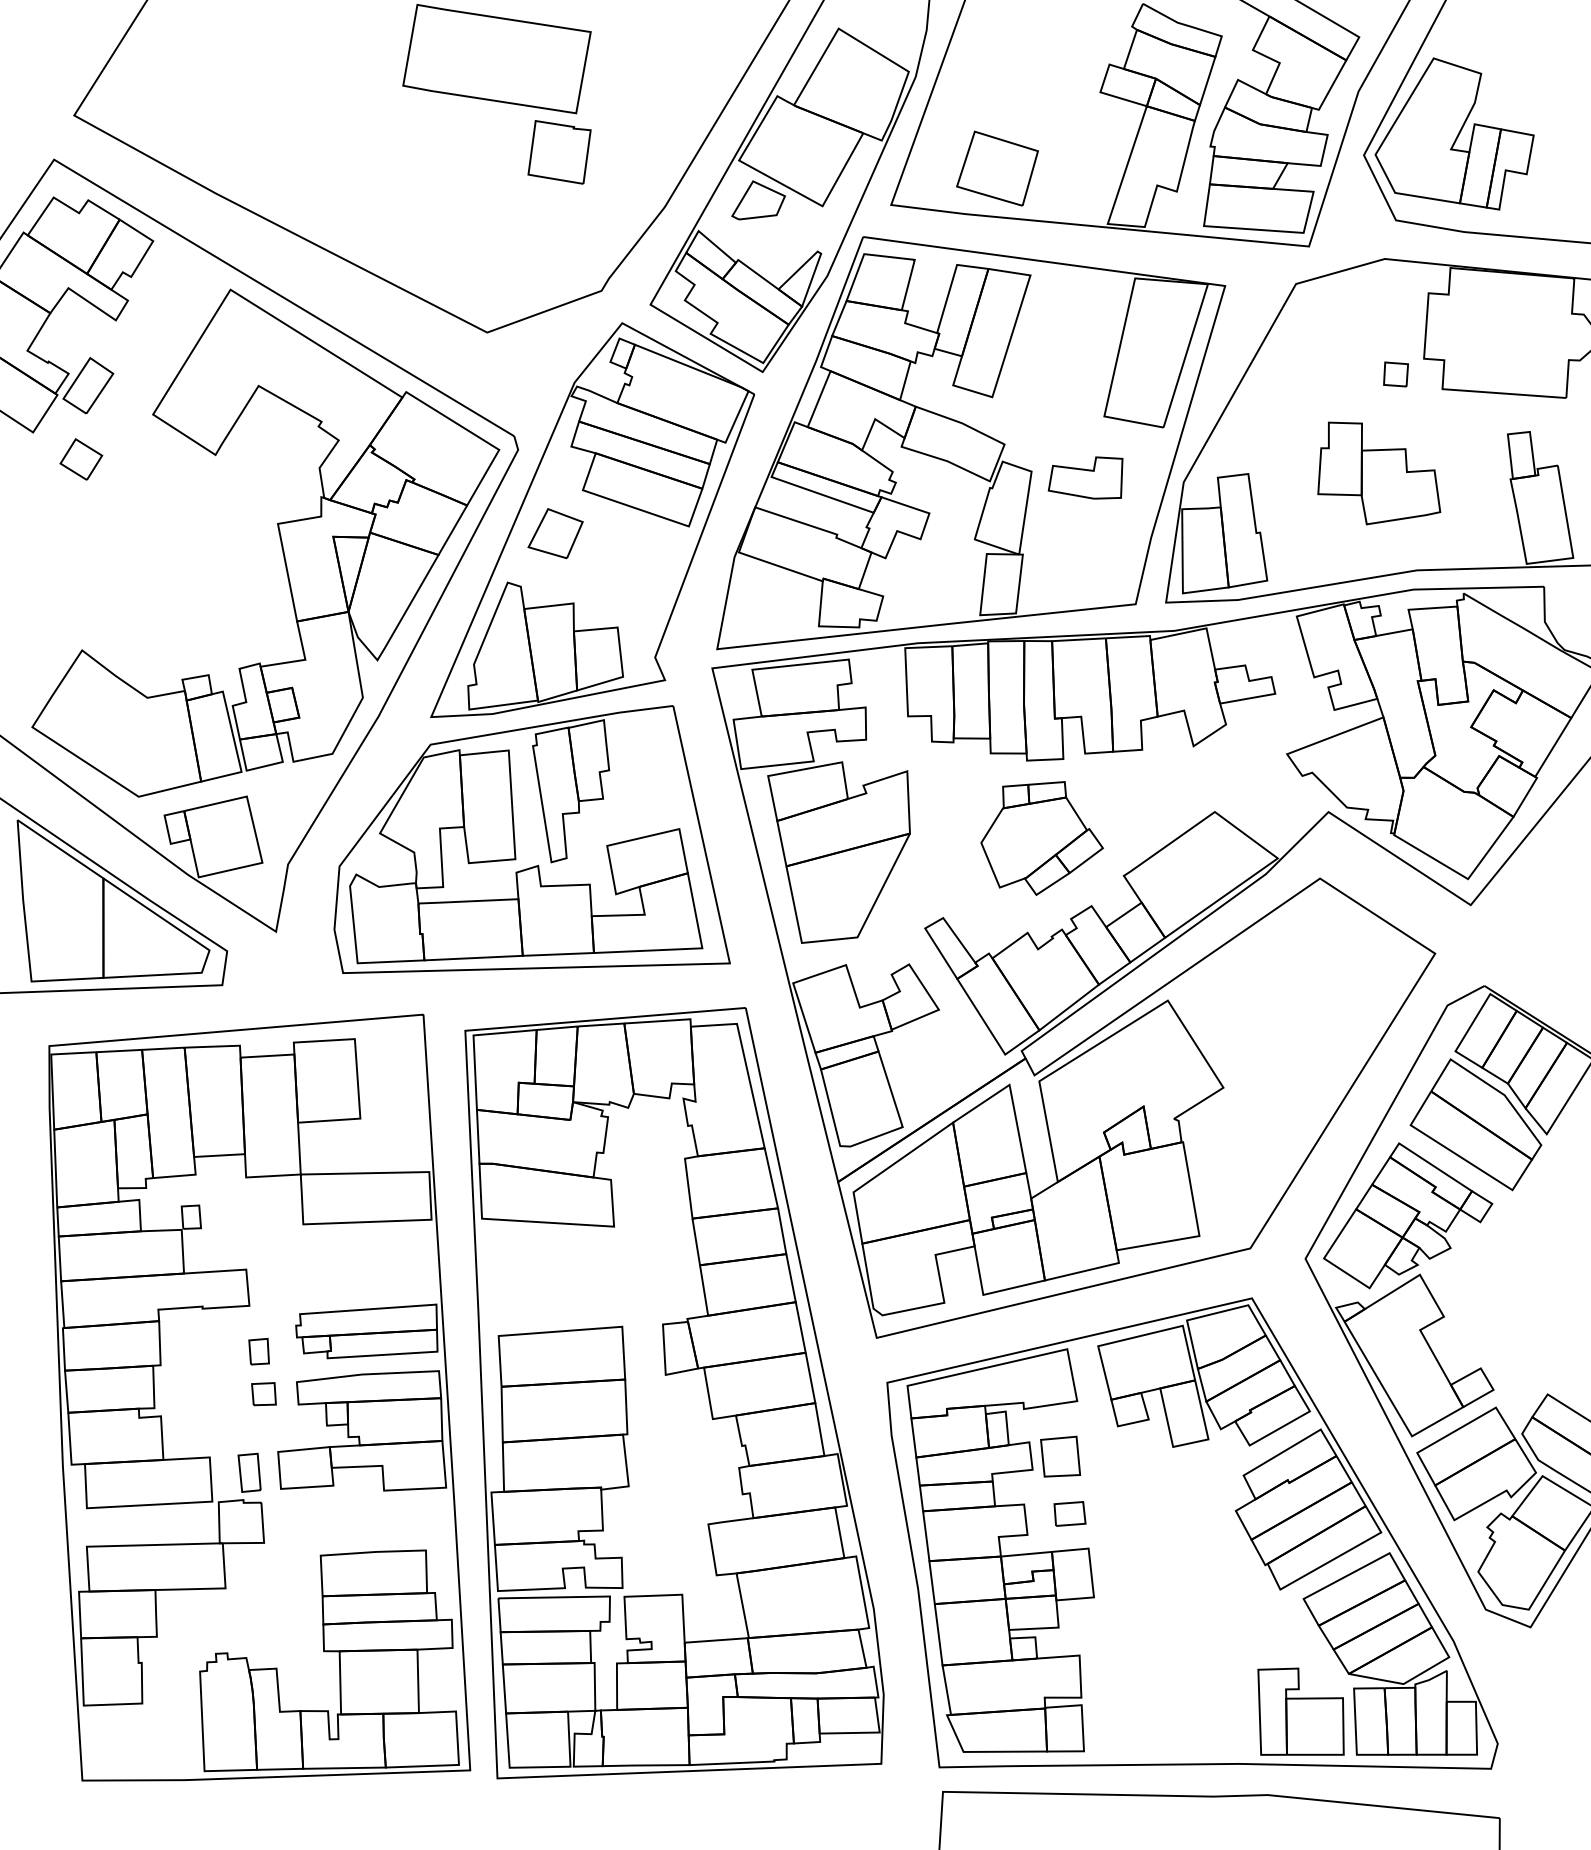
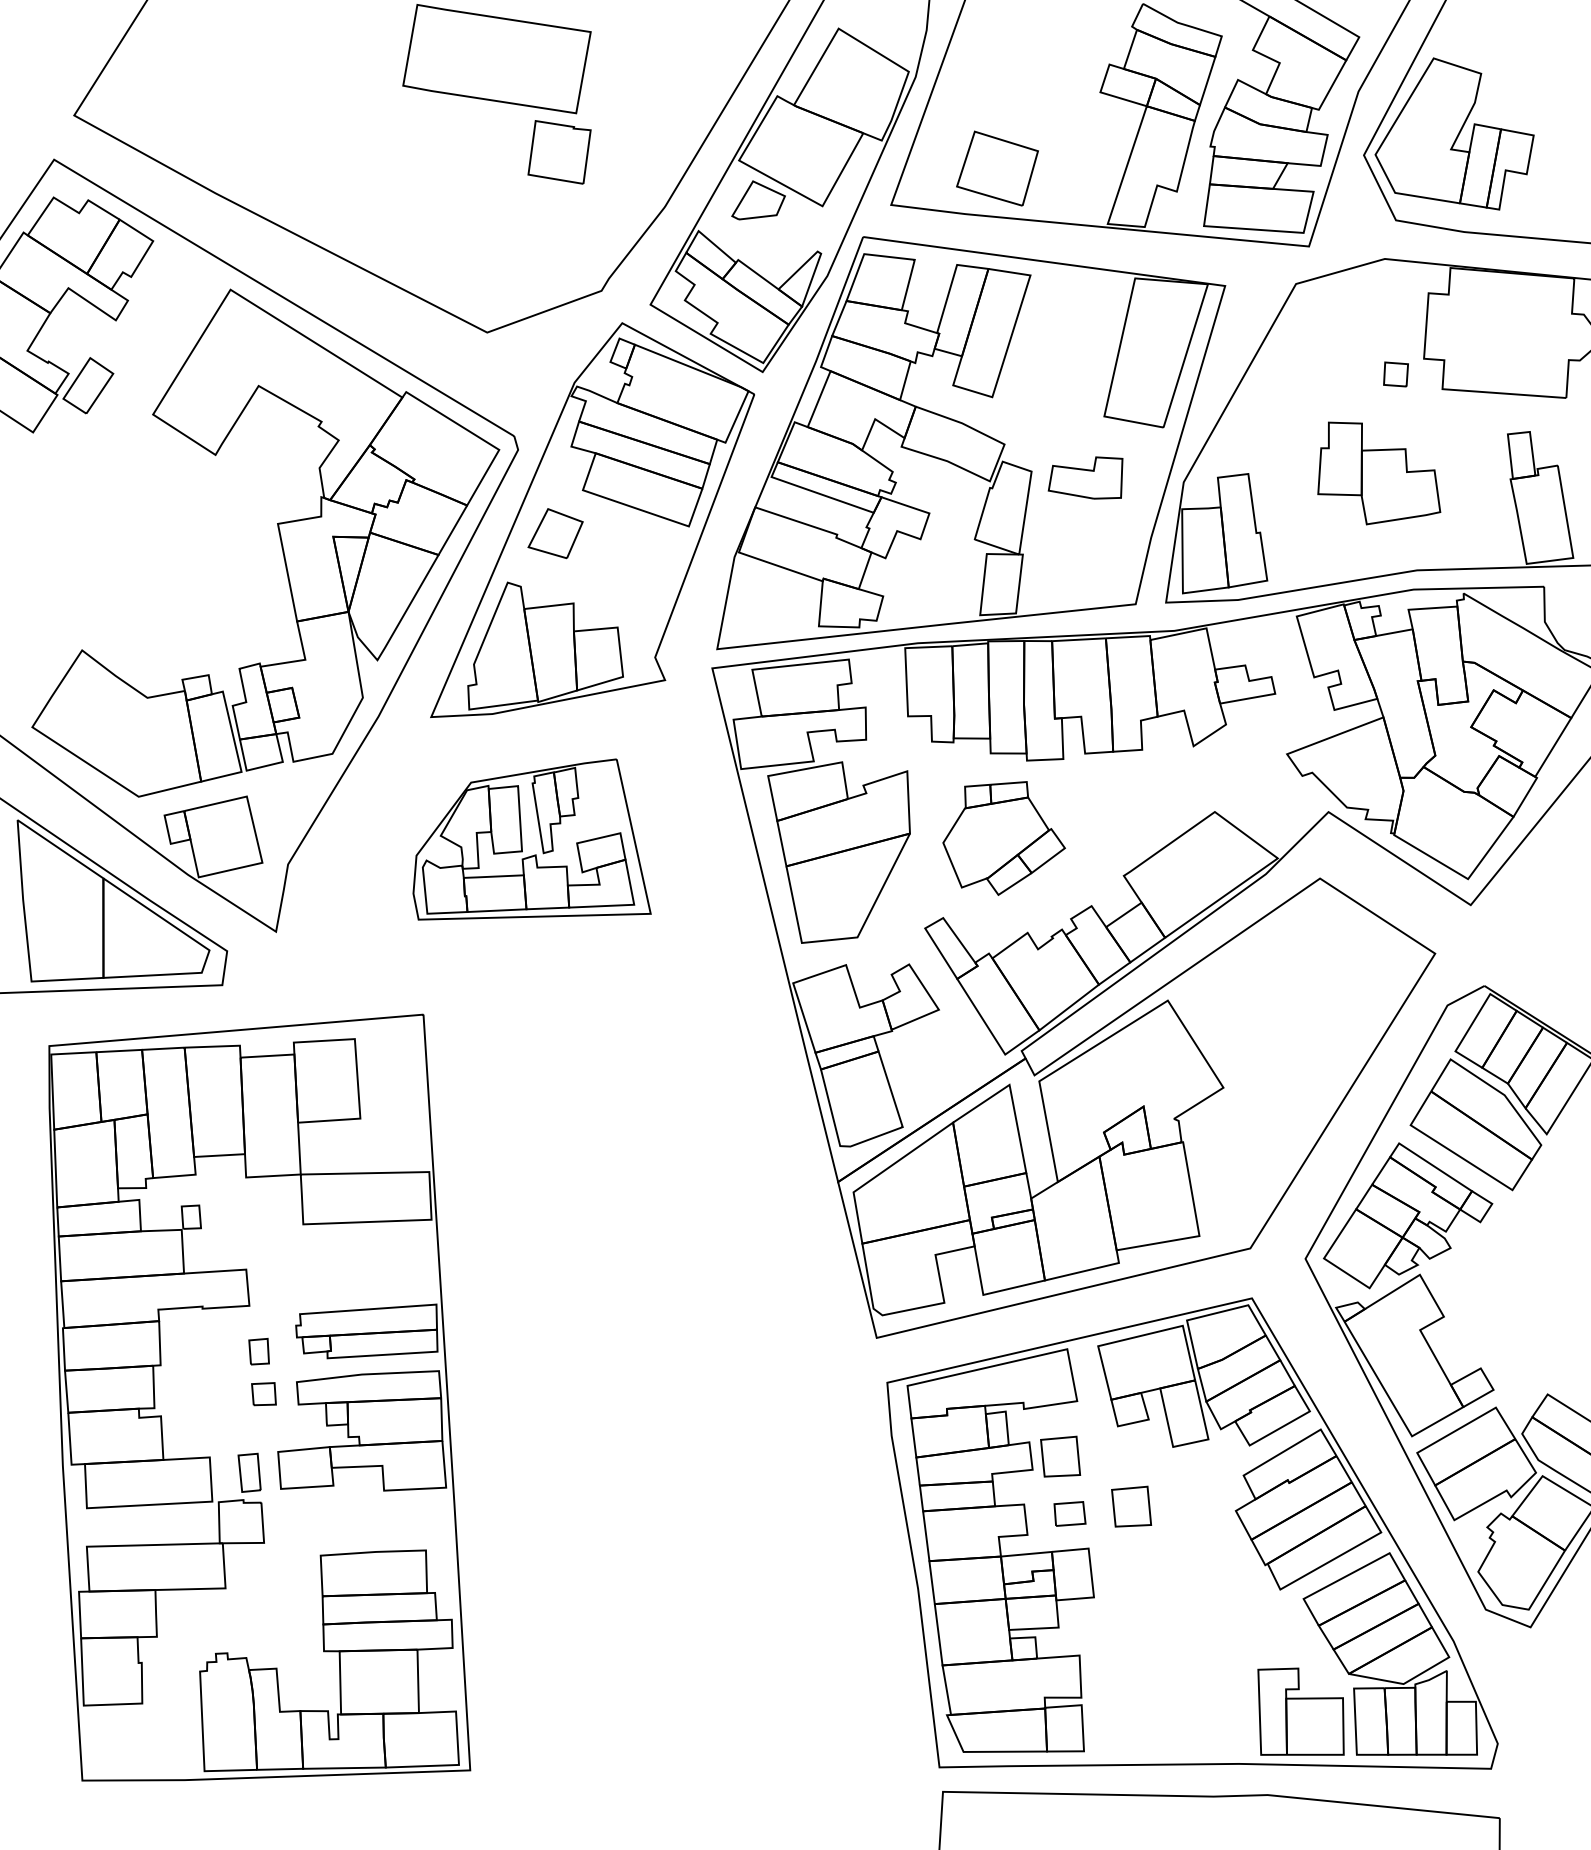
part at (81, 459): present -> none
part at (1041, 838) position: (1041, 838) -> (1003, 838)
part at (531, 839) size: 398x269 px -> 240x163 px
part at (674, 1393): present -> none
part at (1131, 1506): none -> present
